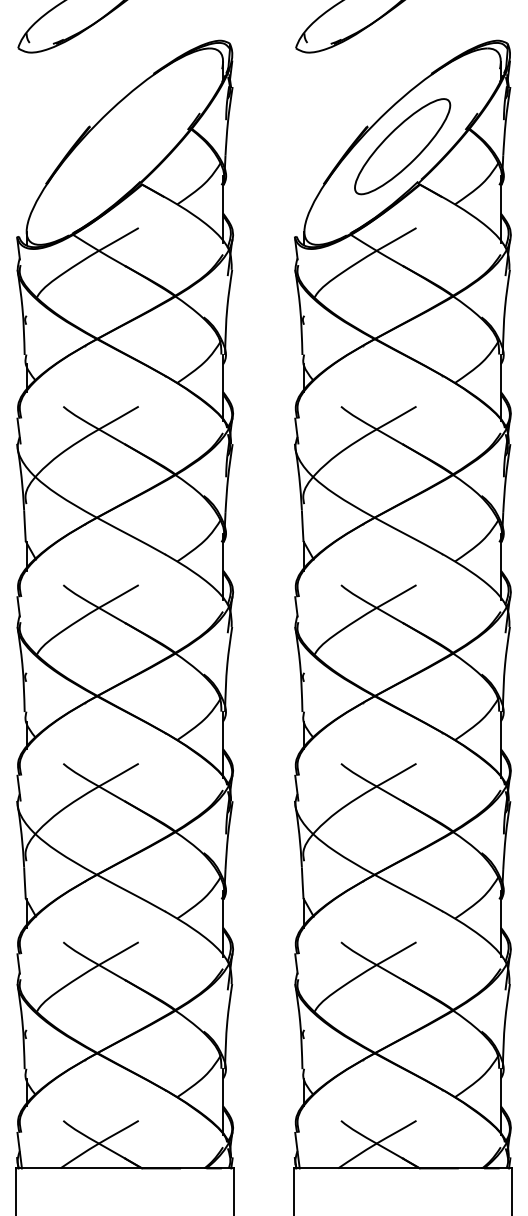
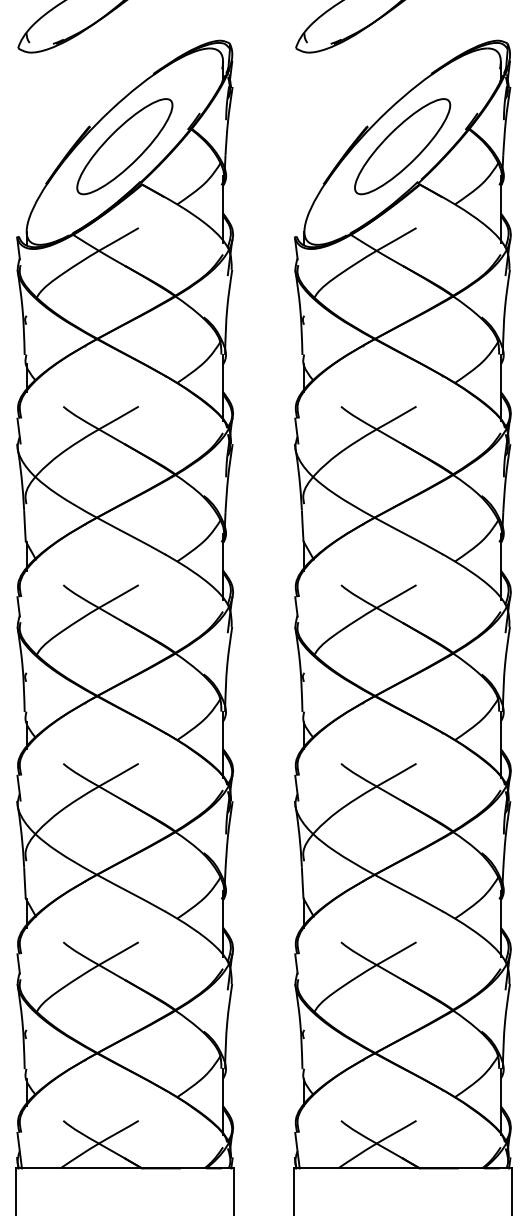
part at (124, 146): none -> present
